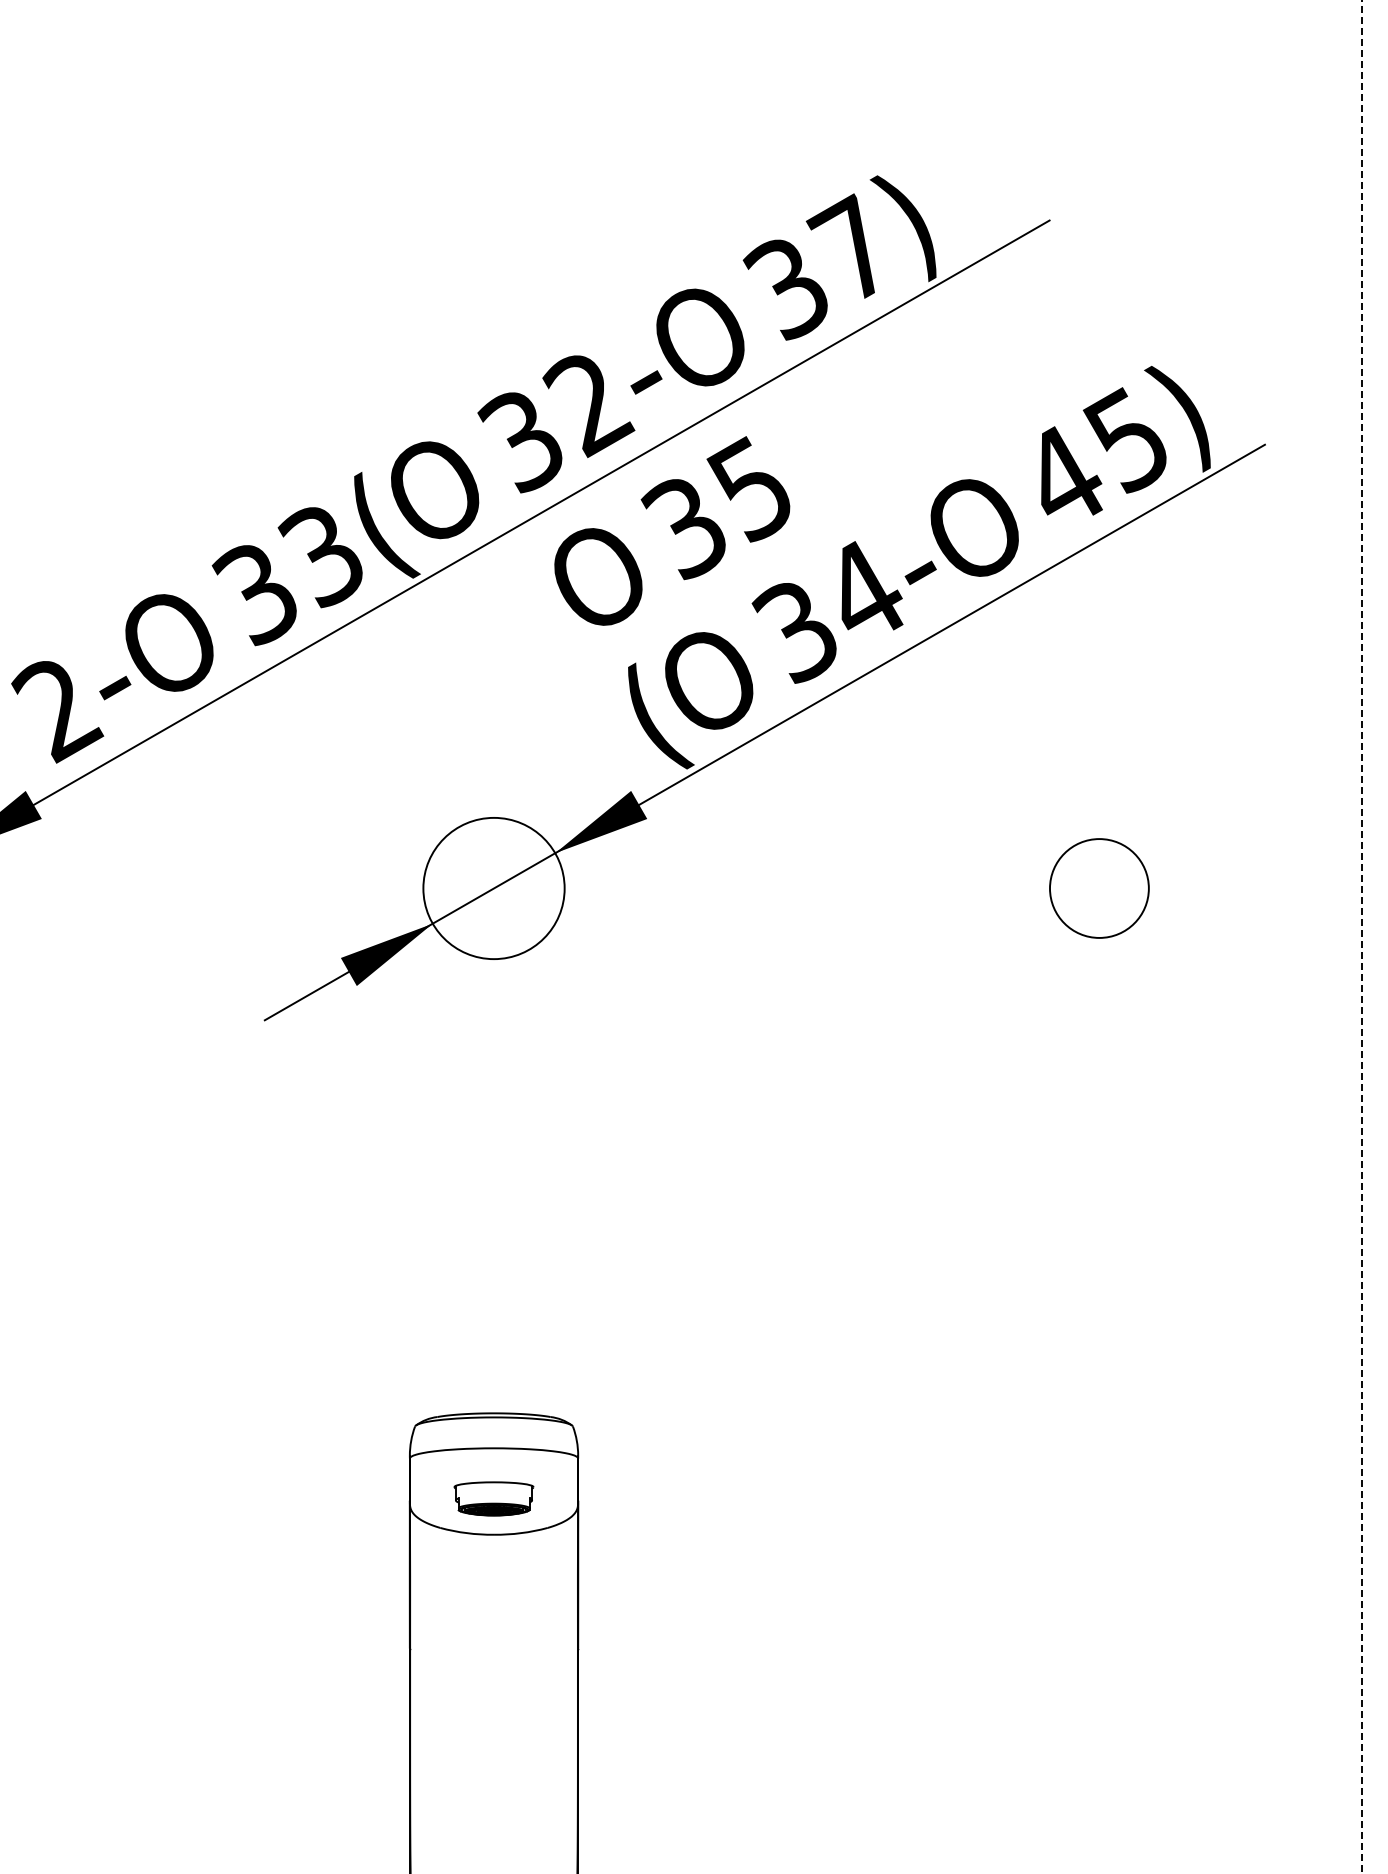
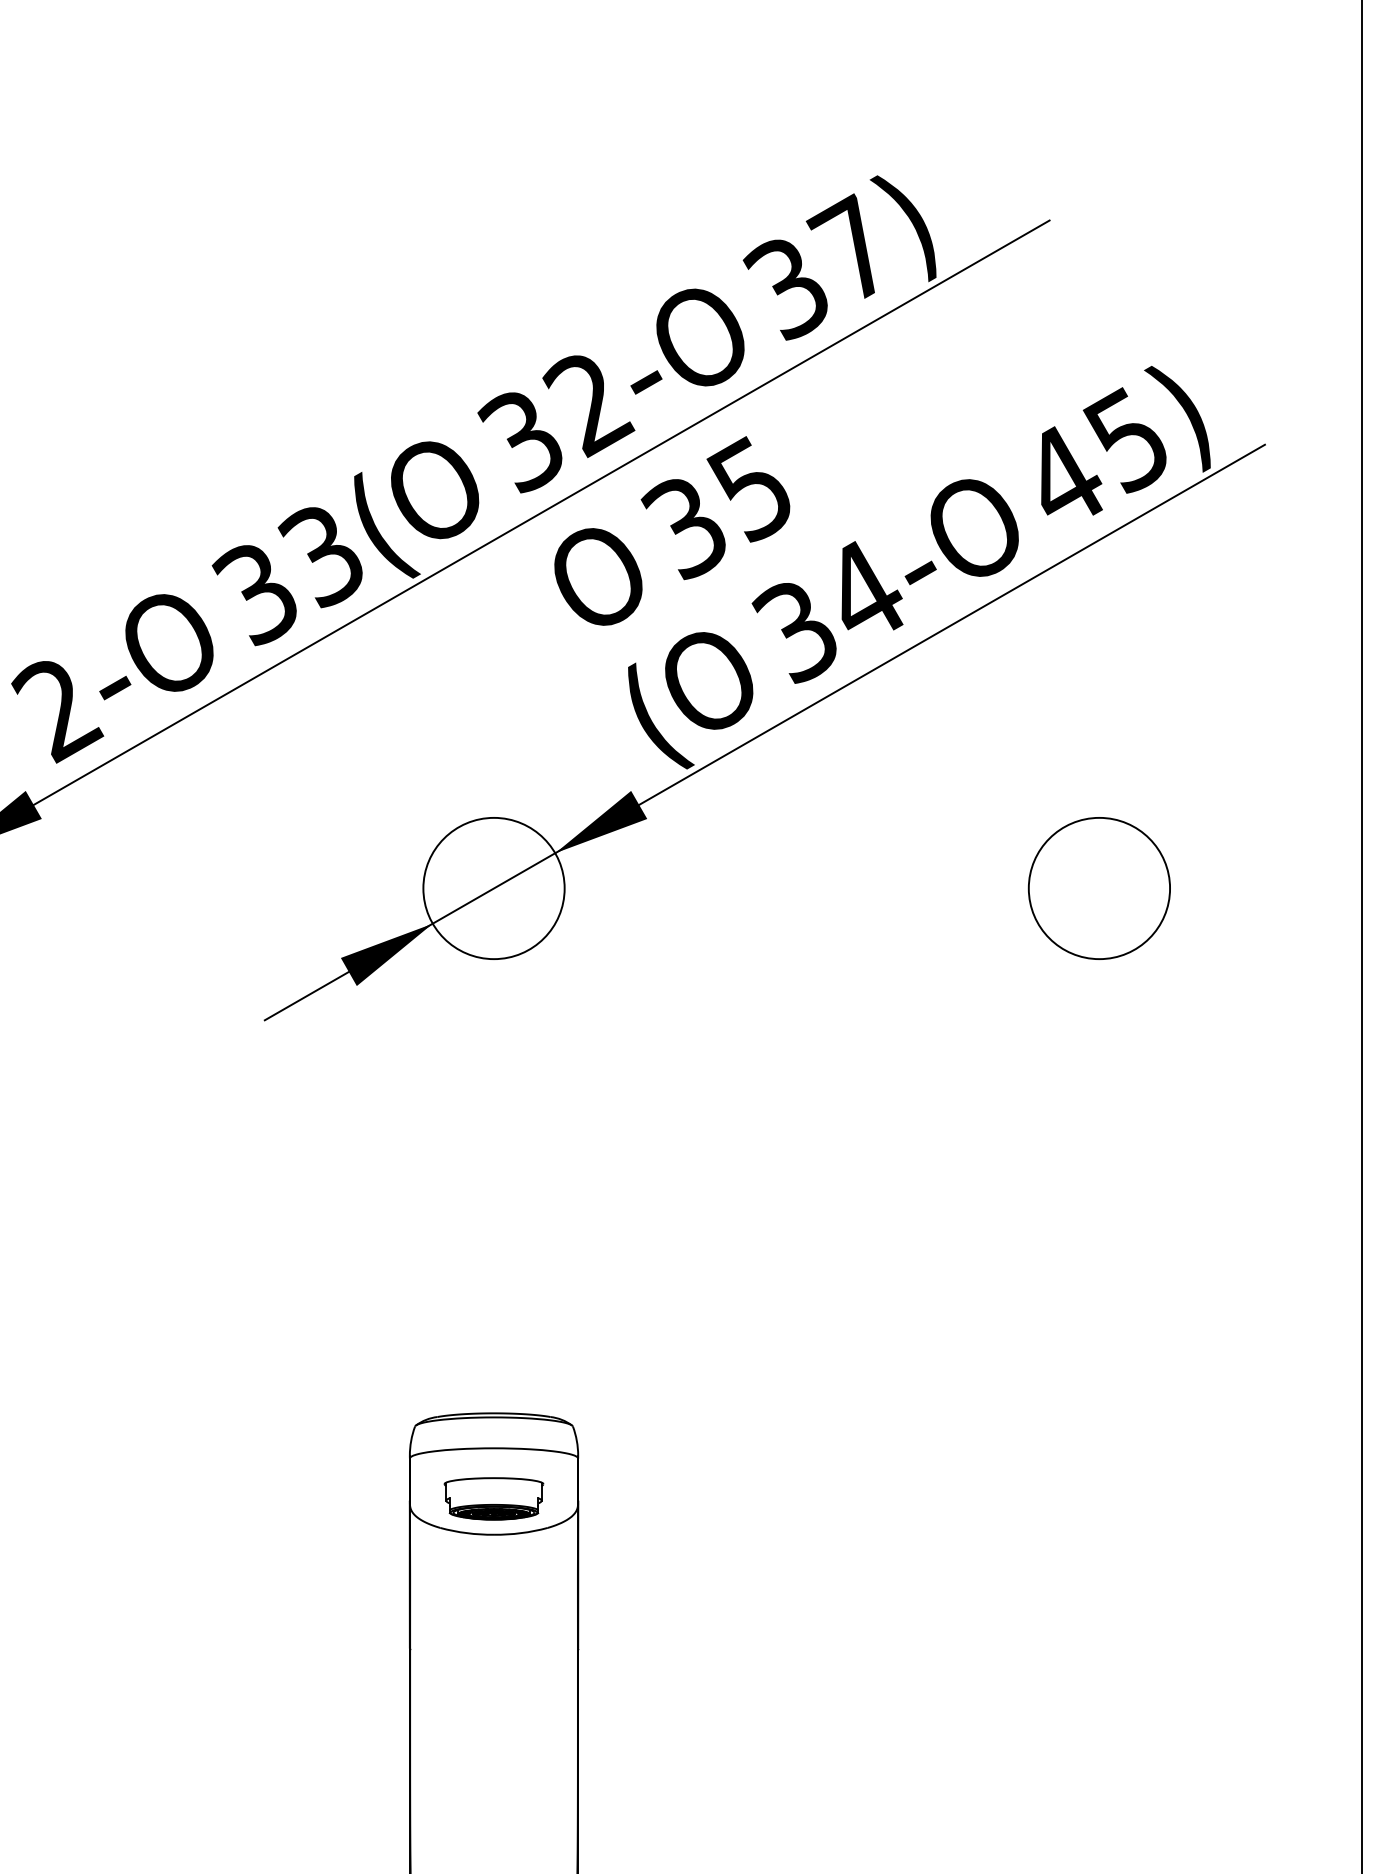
circle at (1098, 888) diameter: 99 px -> 141 px
line at (1362, 936): dashed -> solid
part at (493, 1498) size: 82x36 px -> 102x44 px
